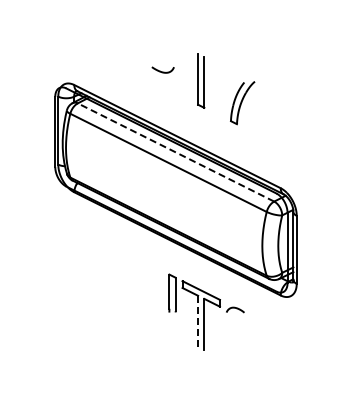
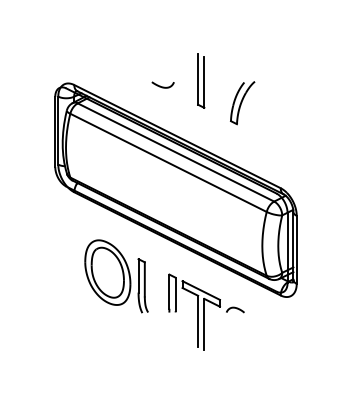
curve at (162, 71) position: (162, 71) -> (162, 86)
line at (176, 152): dashed -> solid
part at (116, 276): none -> present
line at (198, 320): dashed -> solid
